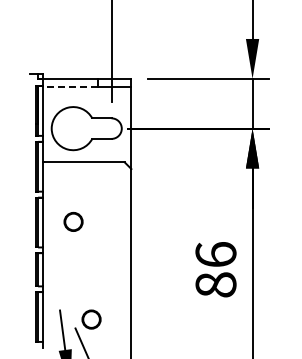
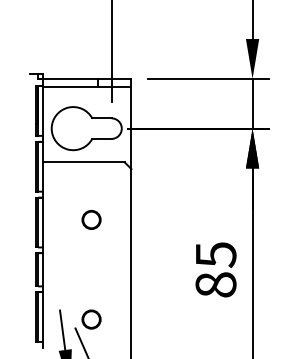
line at (70, 87): dashed -> solid
circle at (73, 221) position: (73, 221) -> (91, 219)
text at (215, 255): 86 -> 85
